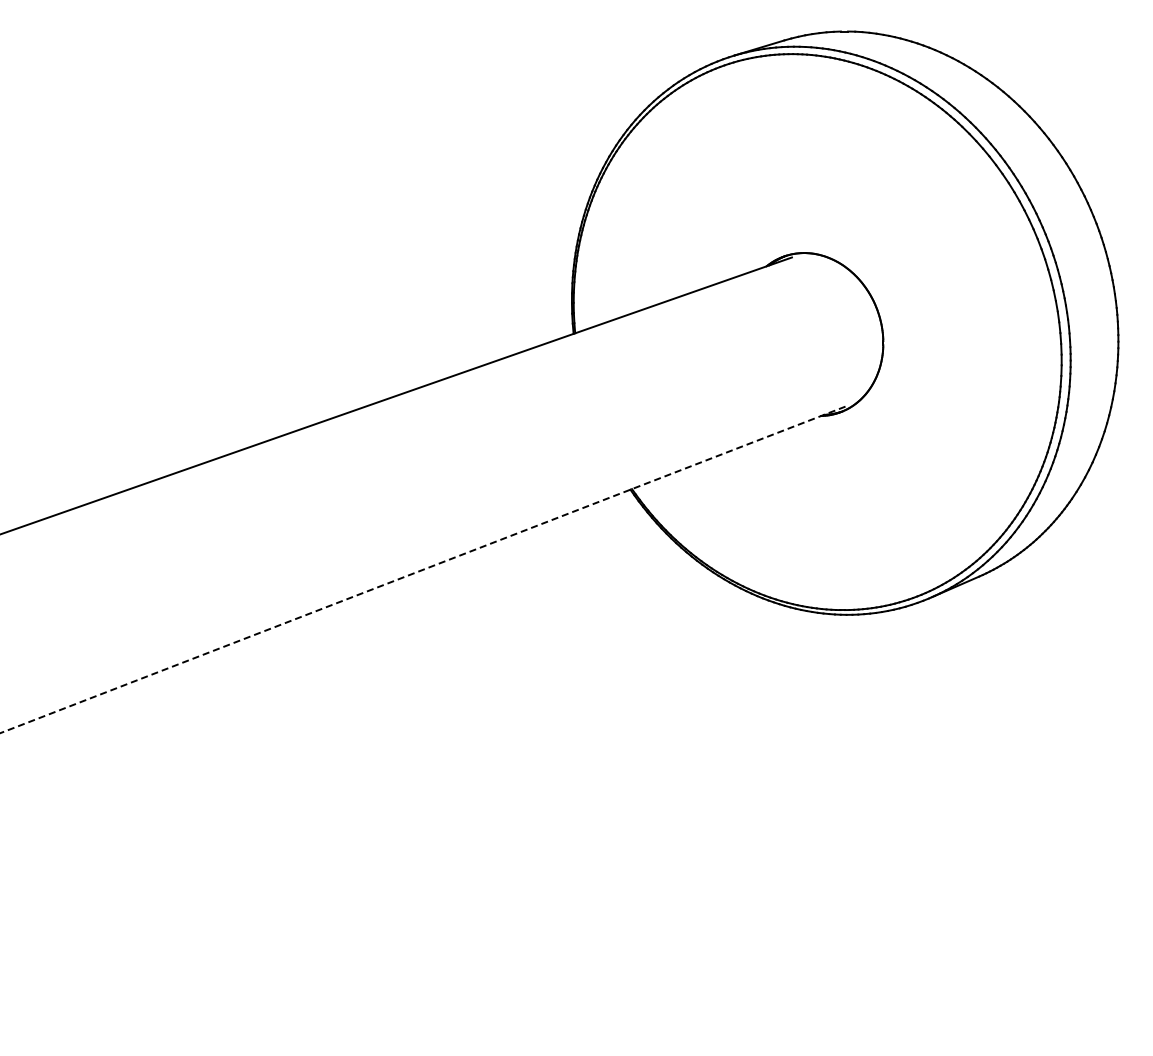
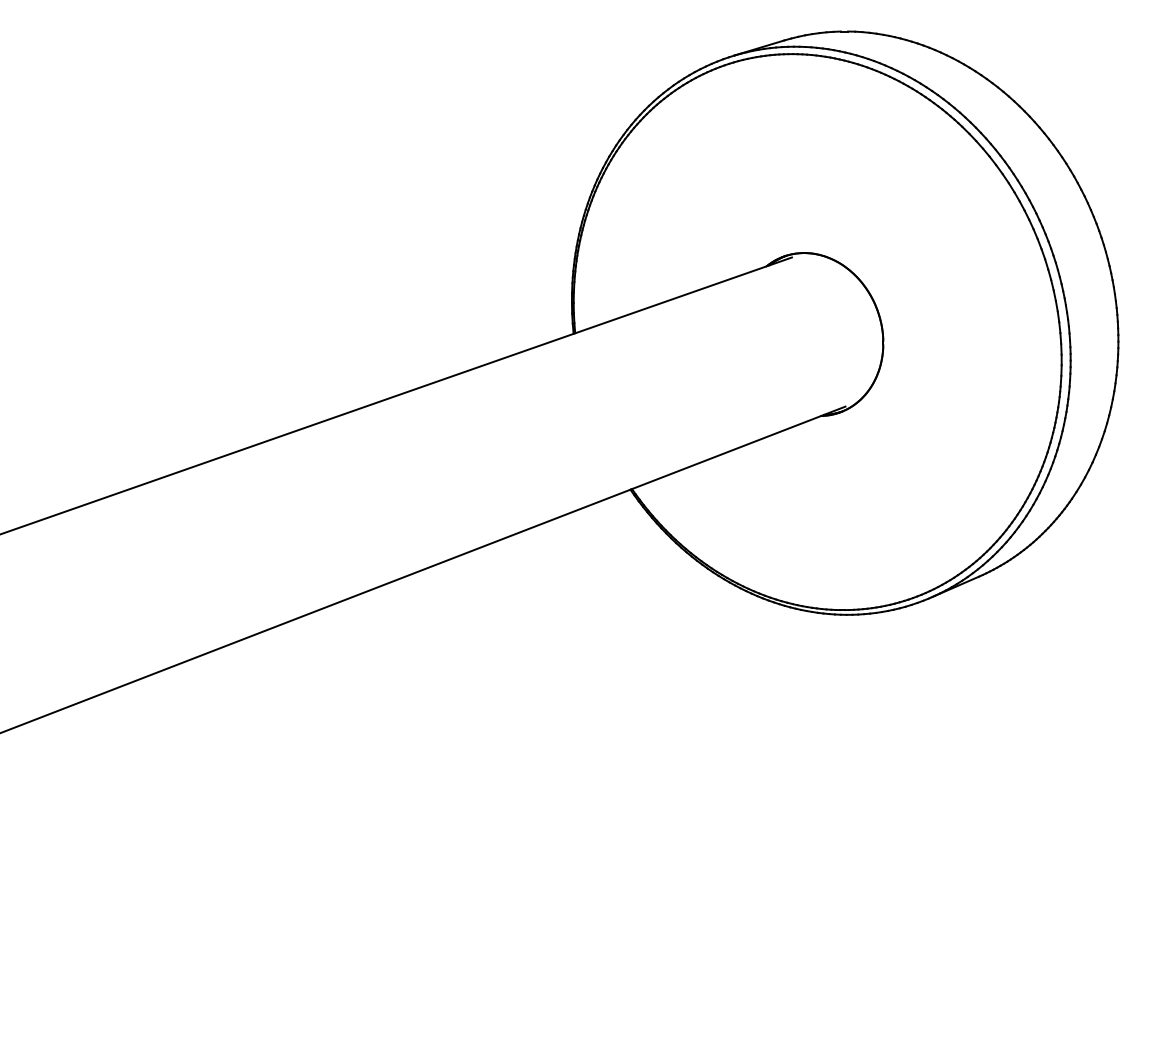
line at (423, 569): dashed -> solid
